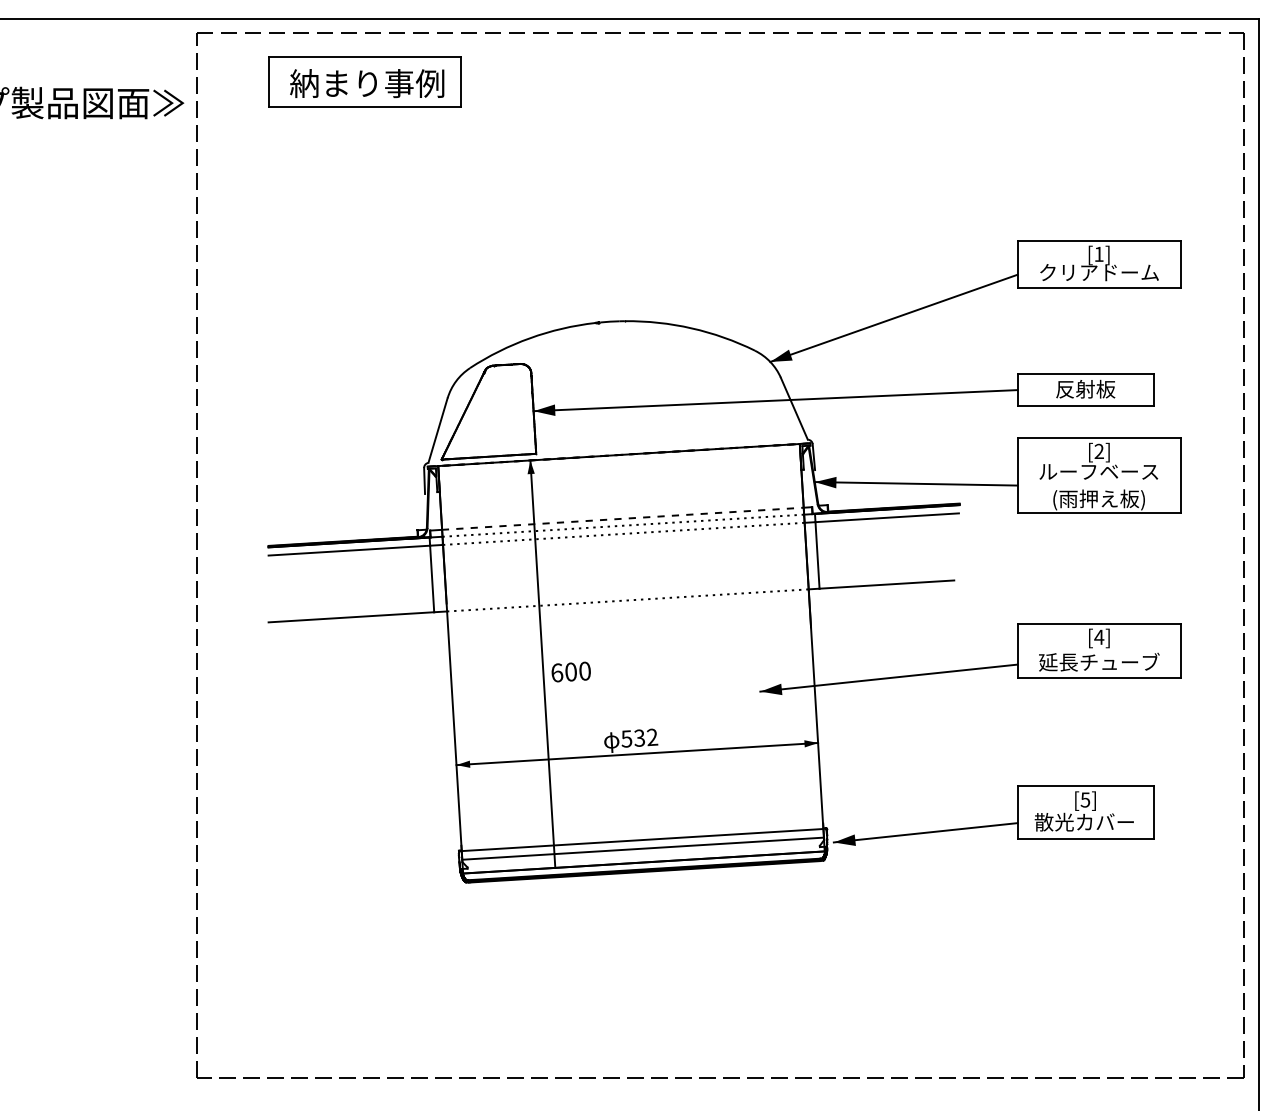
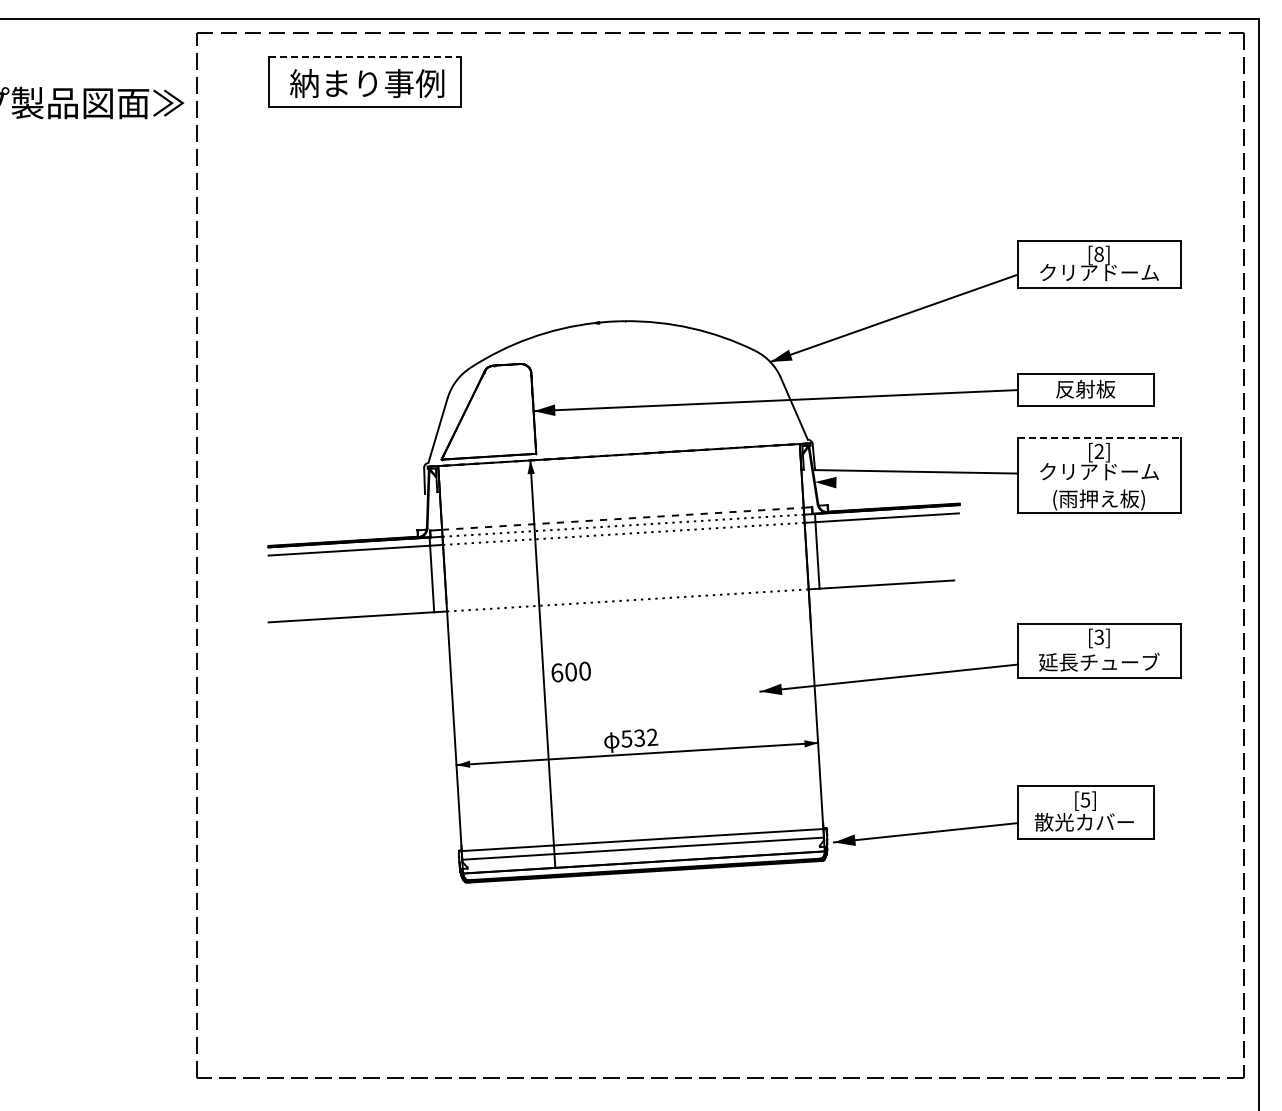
line at (365, 57): solid -> dashed
text at (1098, 254): [1] -> [8]
line at (1099, 437): solid -> dashed
text at (1098, 471): ルーフベース -> クリアドーム
line at (915, 483) position: (915, 483) -> (915, 471)
text at (1099, 636): [4] -> [3]
